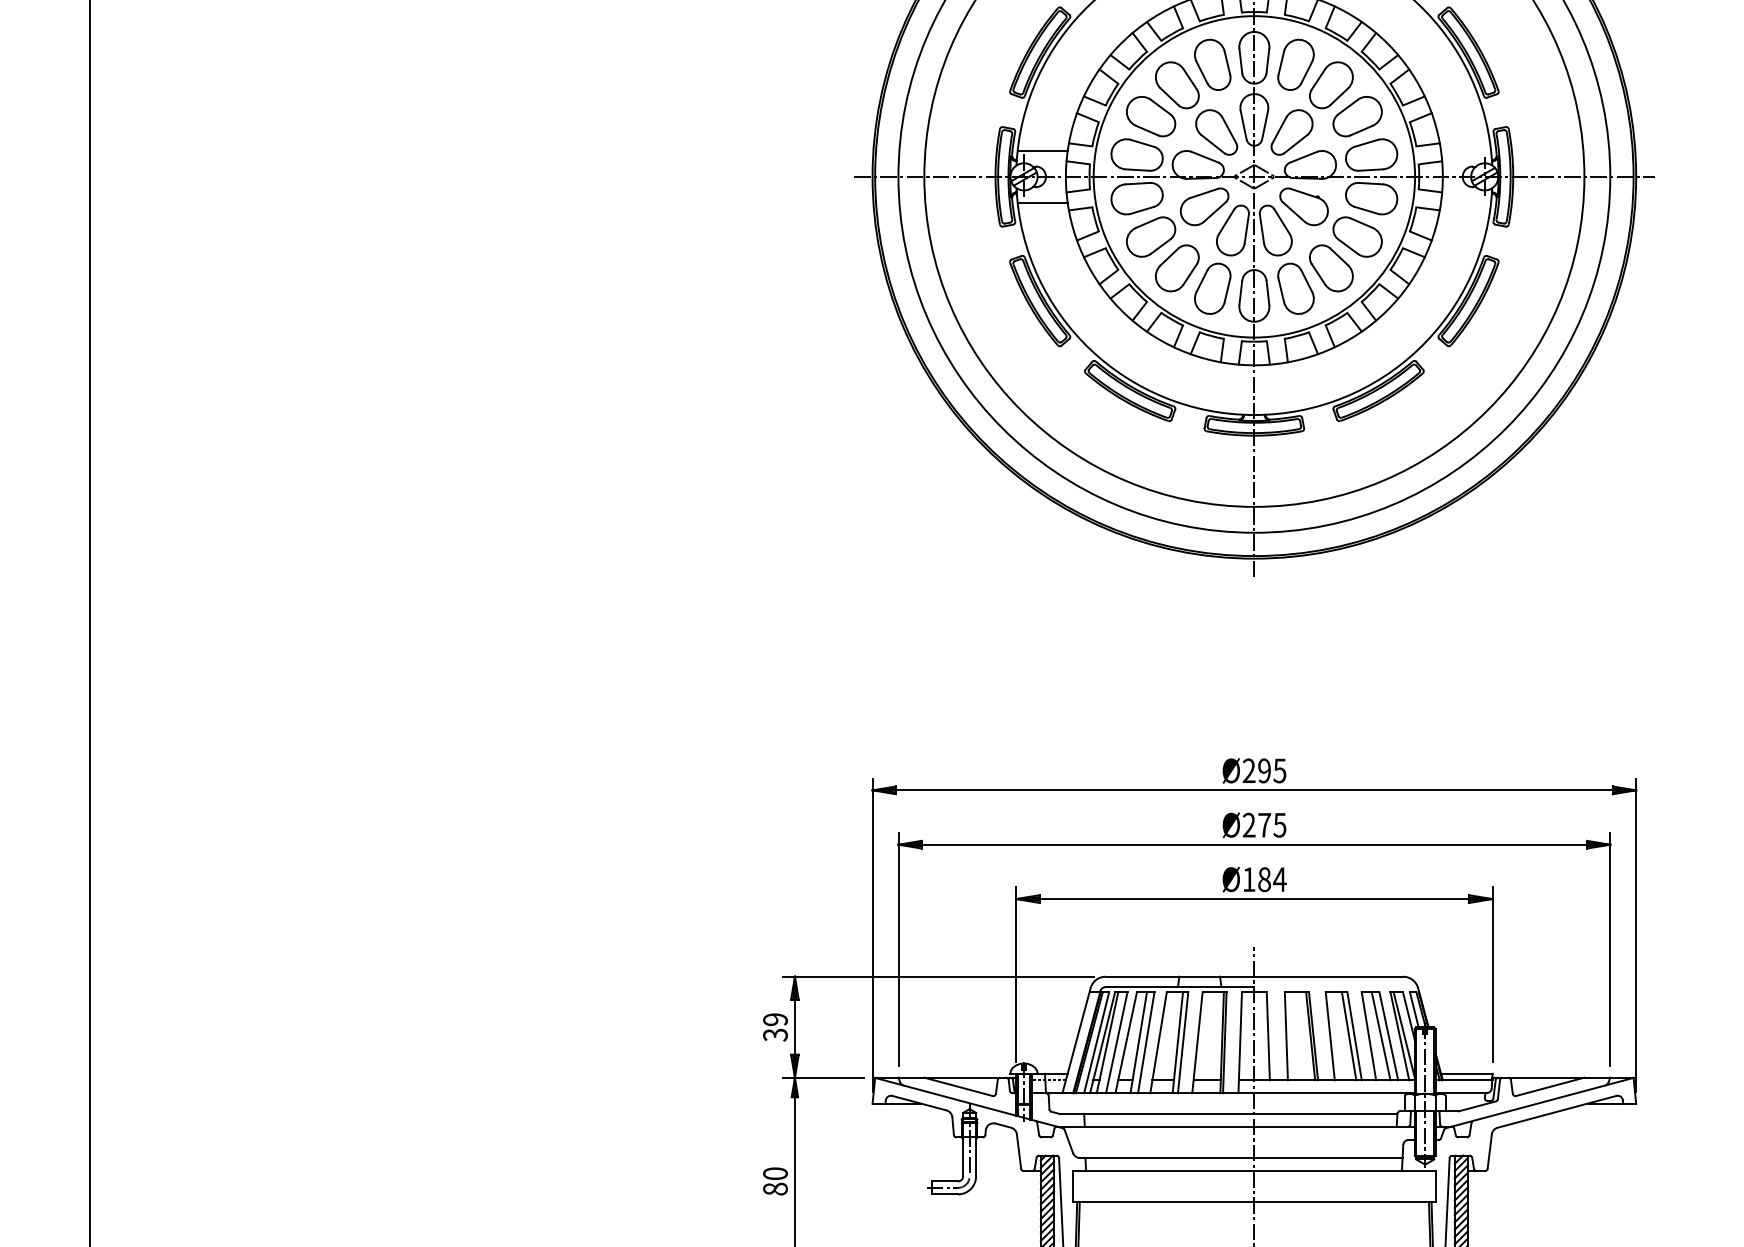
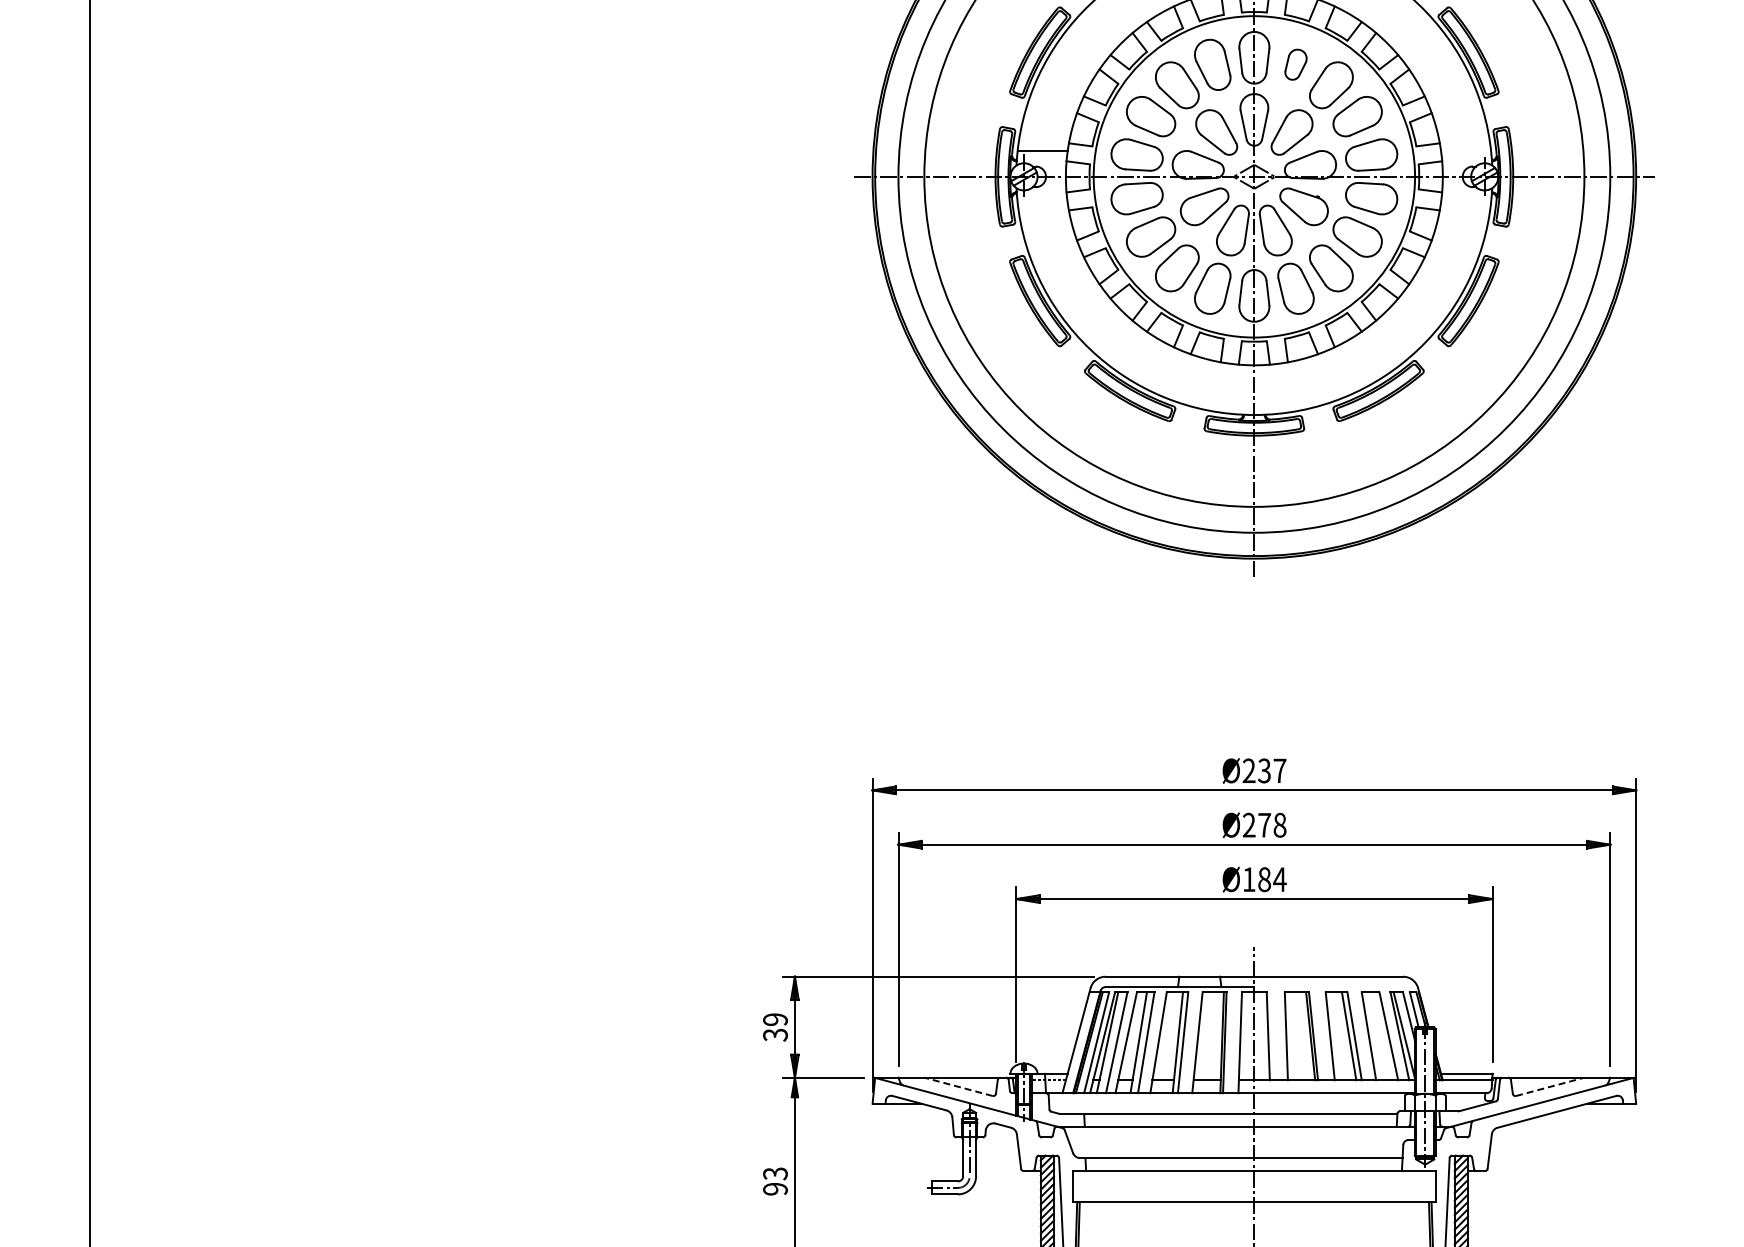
part at (1295, 64) size: 38x53 px -> 24x33 px
line at (1042, 202): present -> none
text at (1272, 770): Ø295 -> Ø237
text at (1279, 824): Ø275 -> Ø278
line at (1380, 1036): present -> none
line at (958, 1086): solid -> dashed
line at (1550, 1086): solid -> dashed
text at (775, 1181): 80 -> 93
